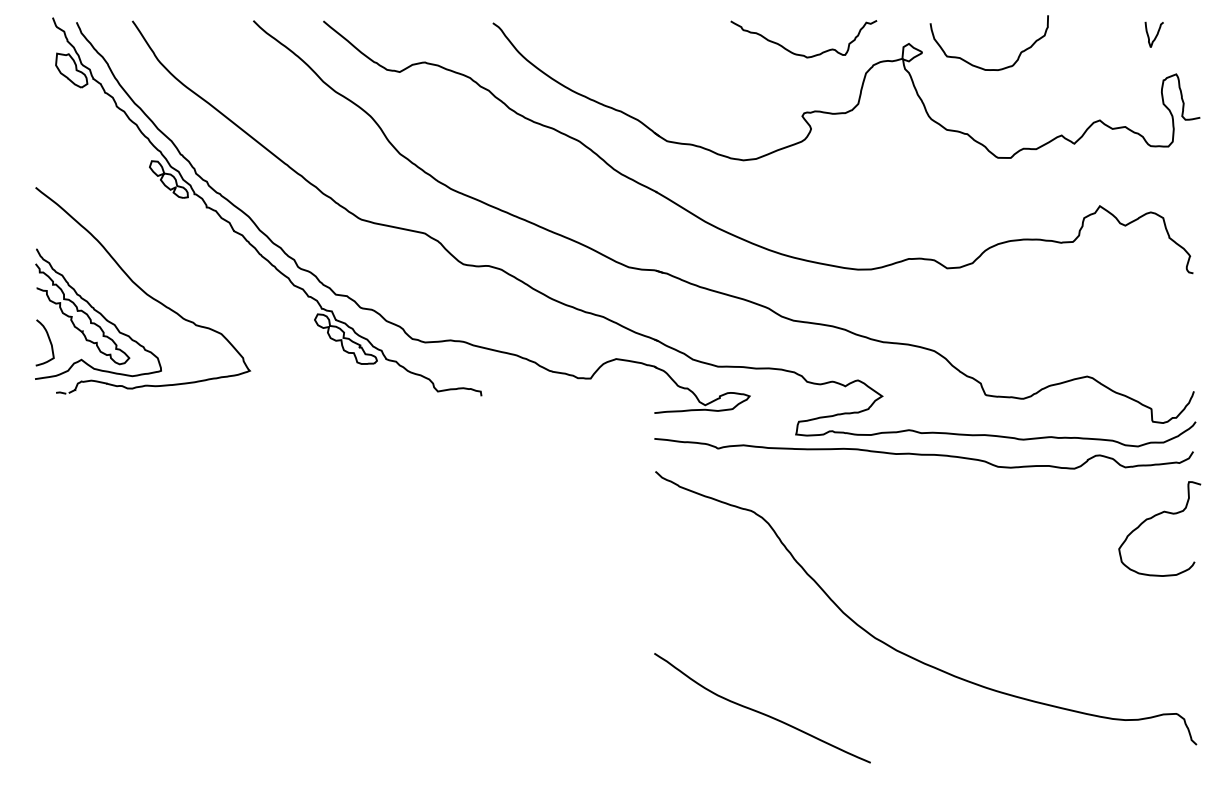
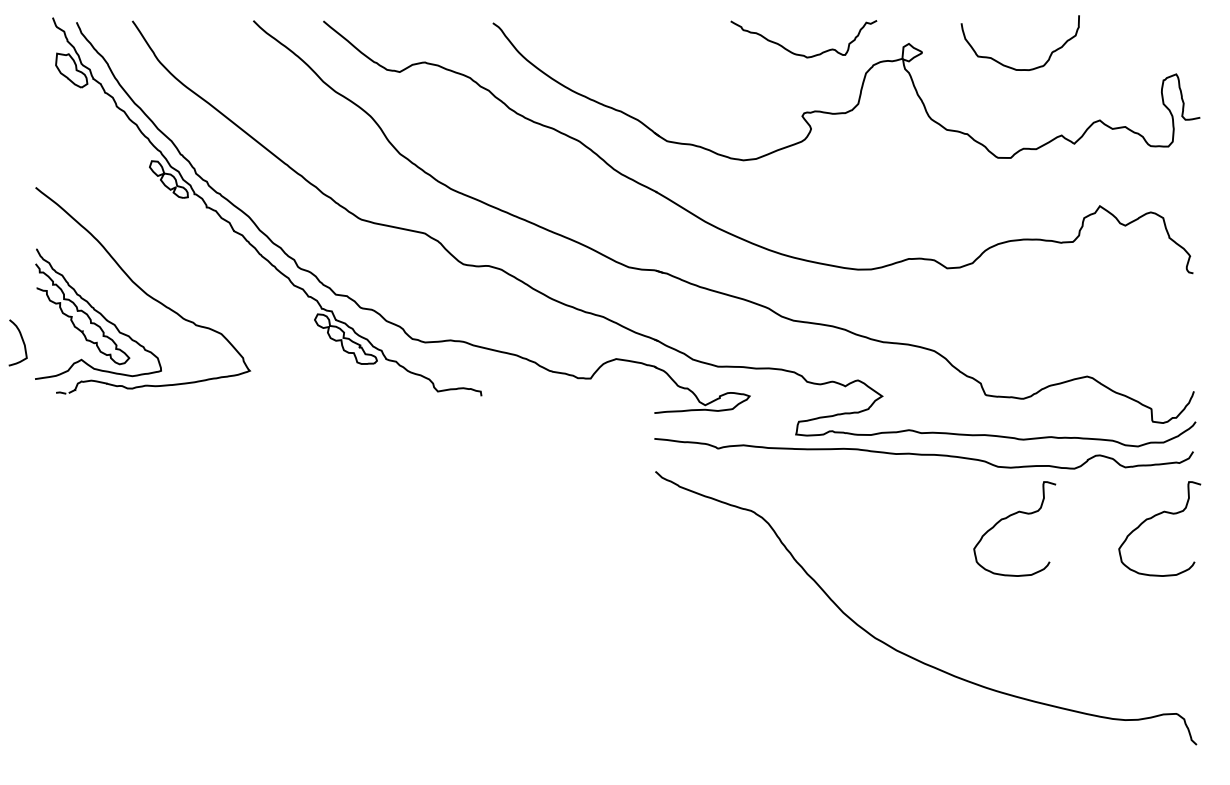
curve at (1155, 35): present -> none
curve at (979, 66) position: (979, 66) -> (1010, 66)
curve at (48, 339) position: (48, 339) -> (21, 339)
curve at (1009, 517): none -> present
curve at (760, 711): present -> none
